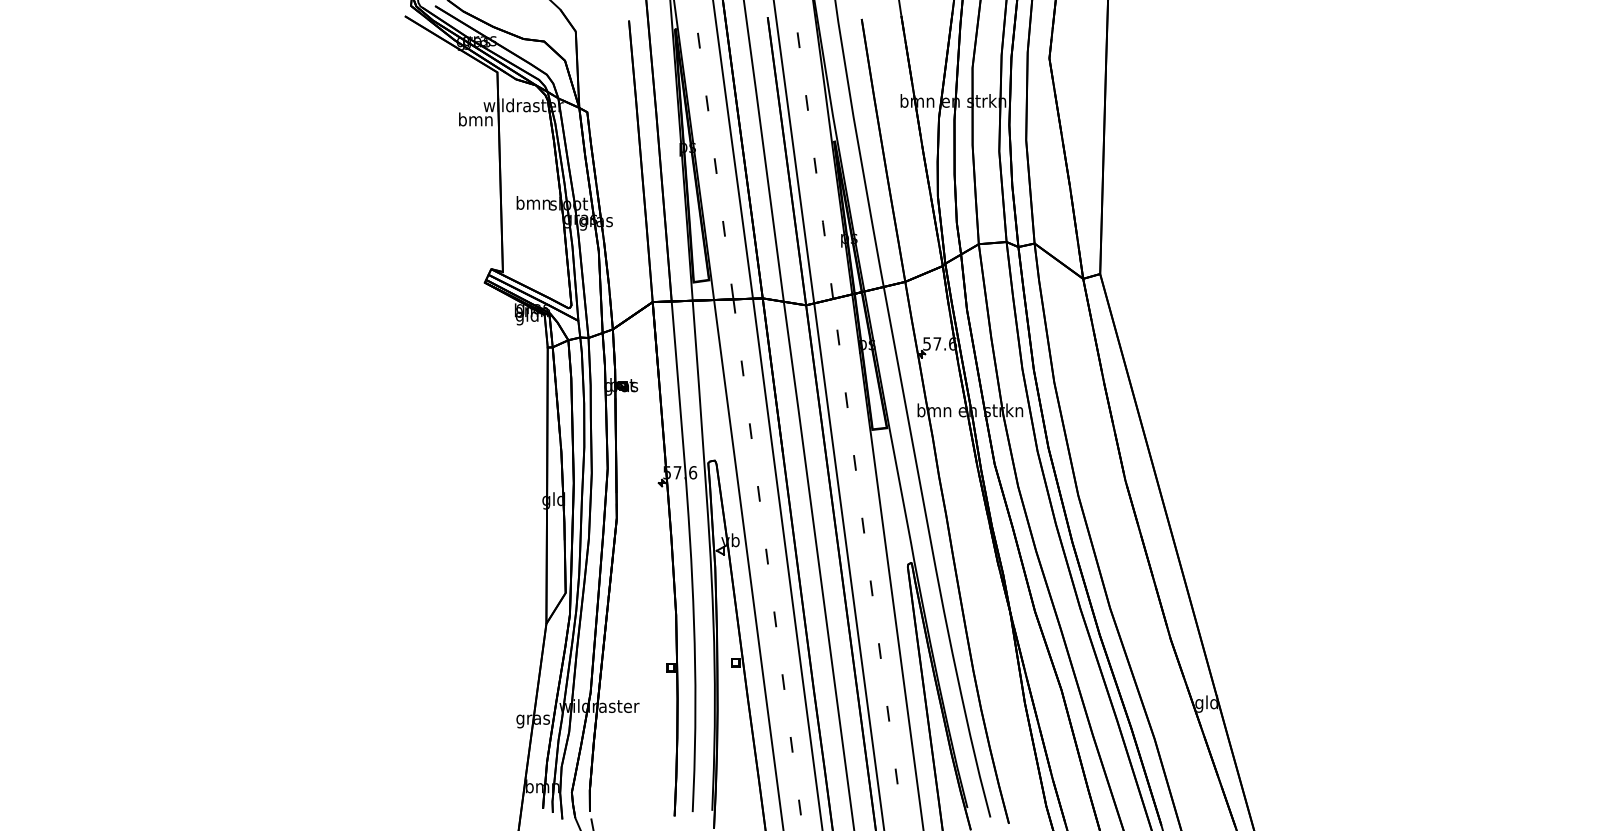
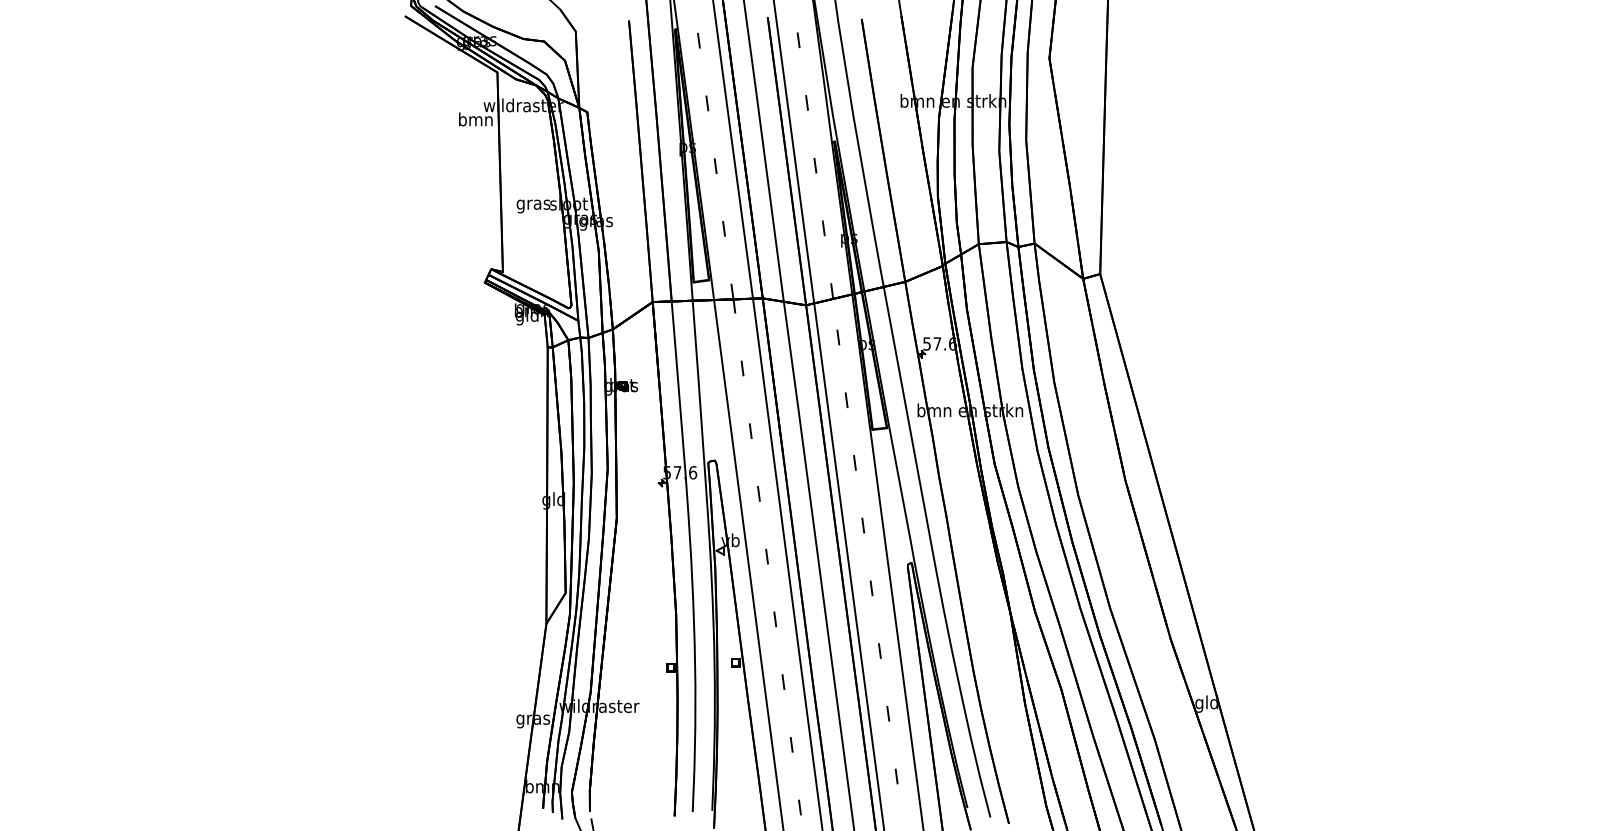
text at (533, 204): bmn -> gras
